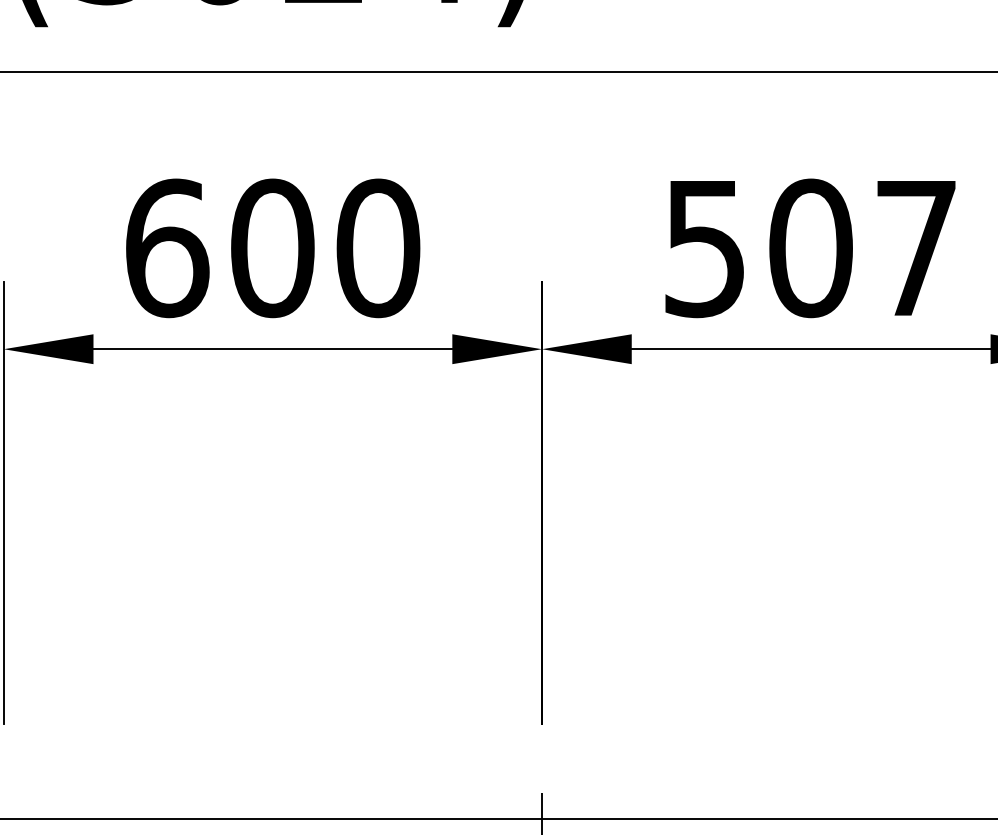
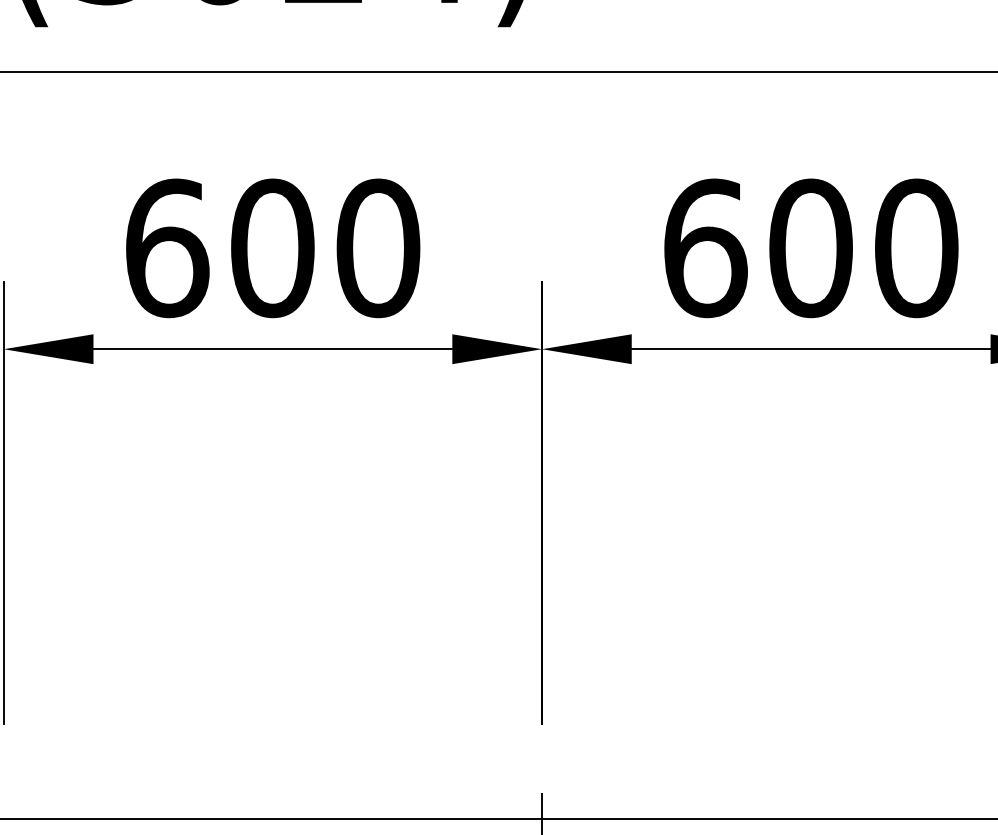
text at (811, 248): 507 -> 600
